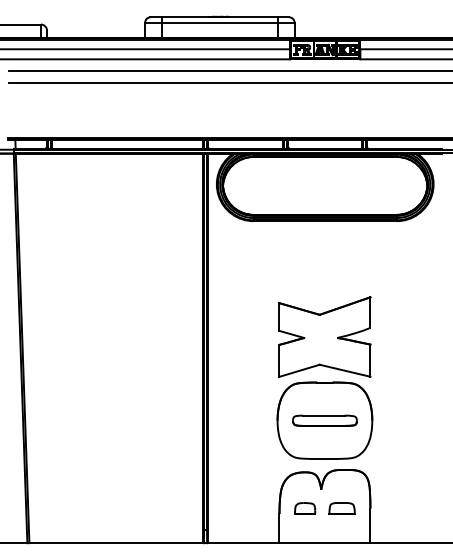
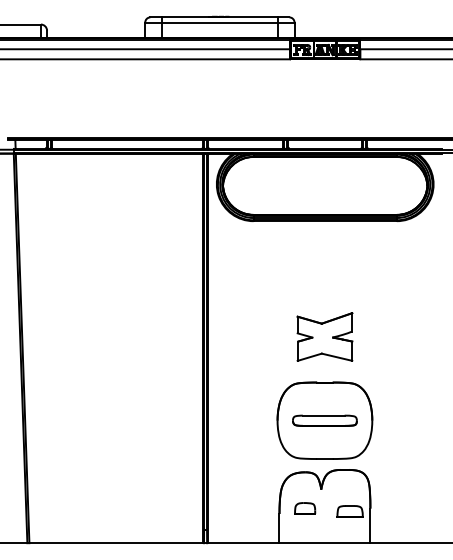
line at (228, 70): present -> none
line at (228, 82): present -> none
part at (324, 336) size: 94x82 px -> 58x50 px
part at (341, 508) position: (341, 508) -> (349, 511)
